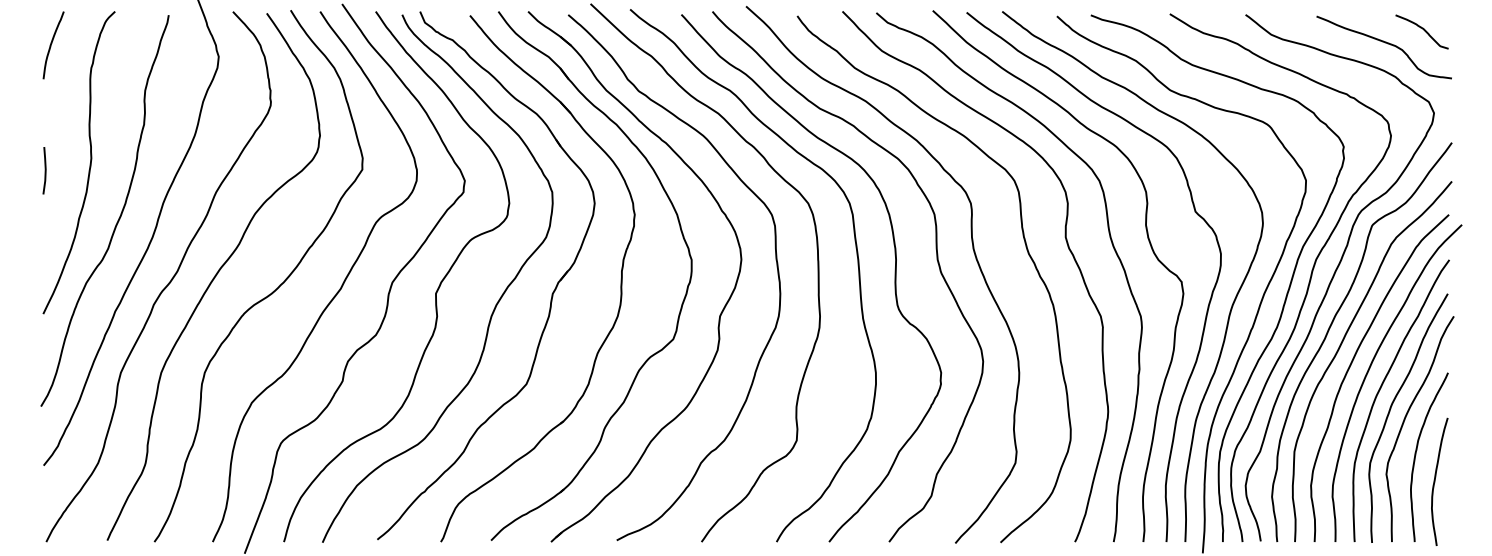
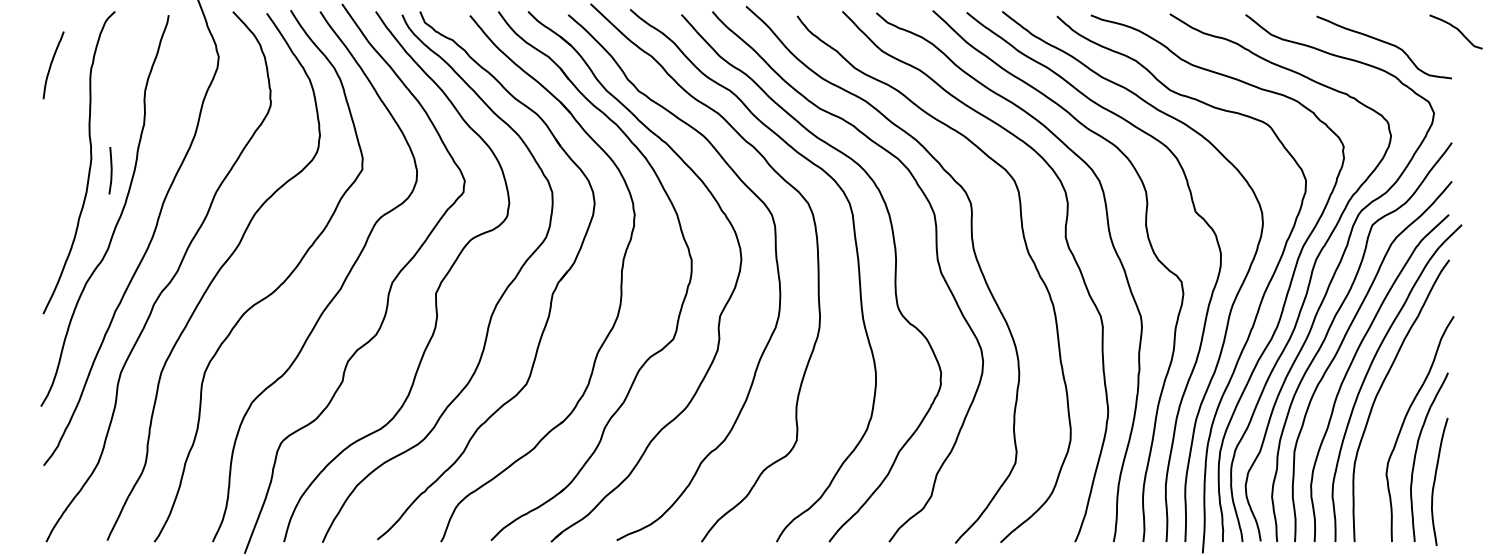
curve at (1422, 29) position: (1422, 29) -> (1456, 29)
curve at (51, 45) position: (51, 45) -> (51, 65)
line at (44, 170) position: (44, 170) -> (110, 170)
curve at (1390, 411): present -> none
